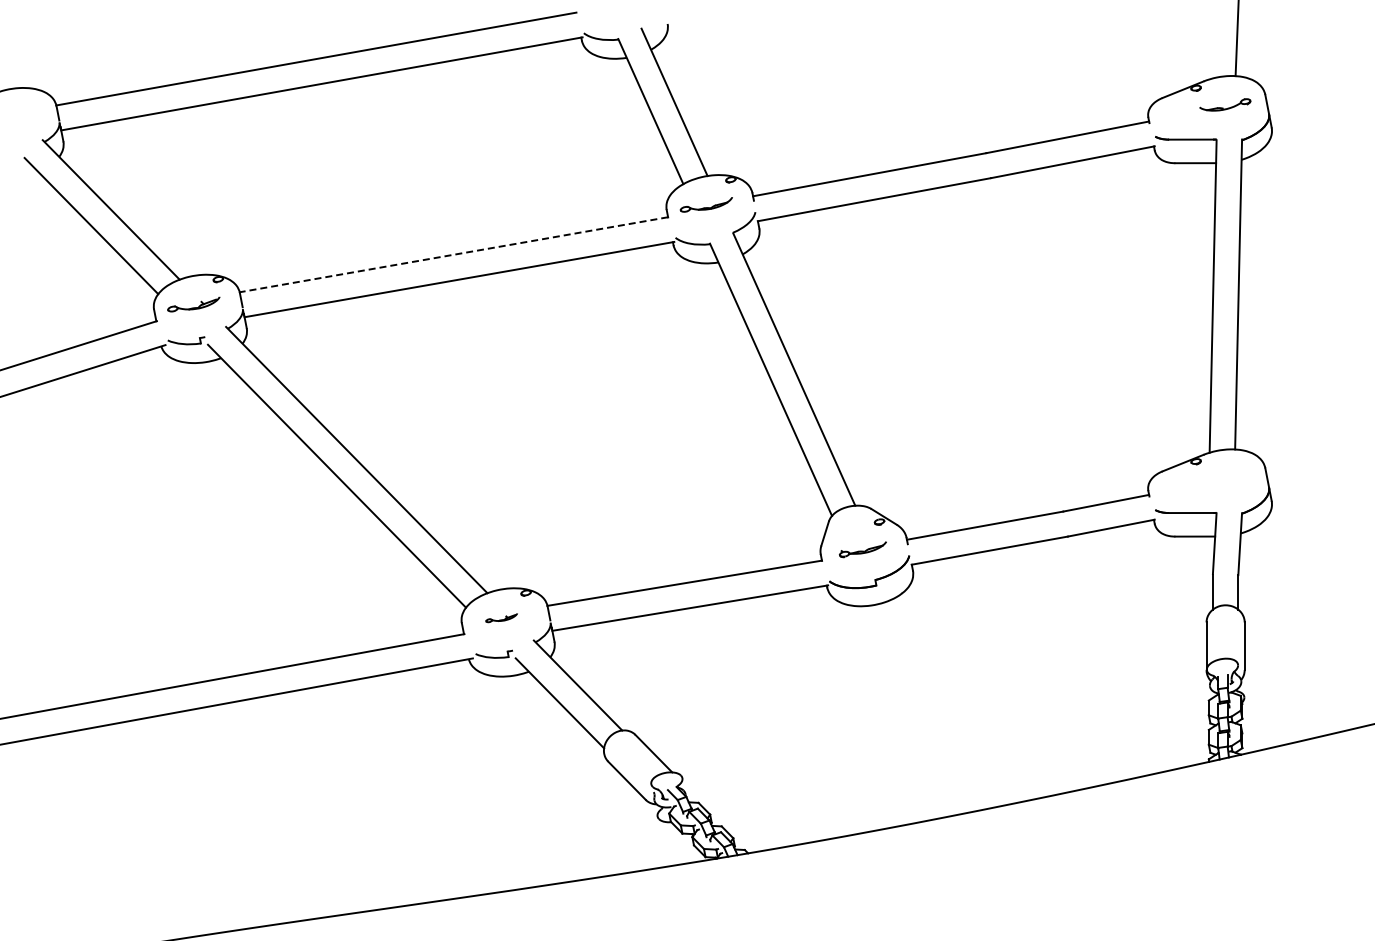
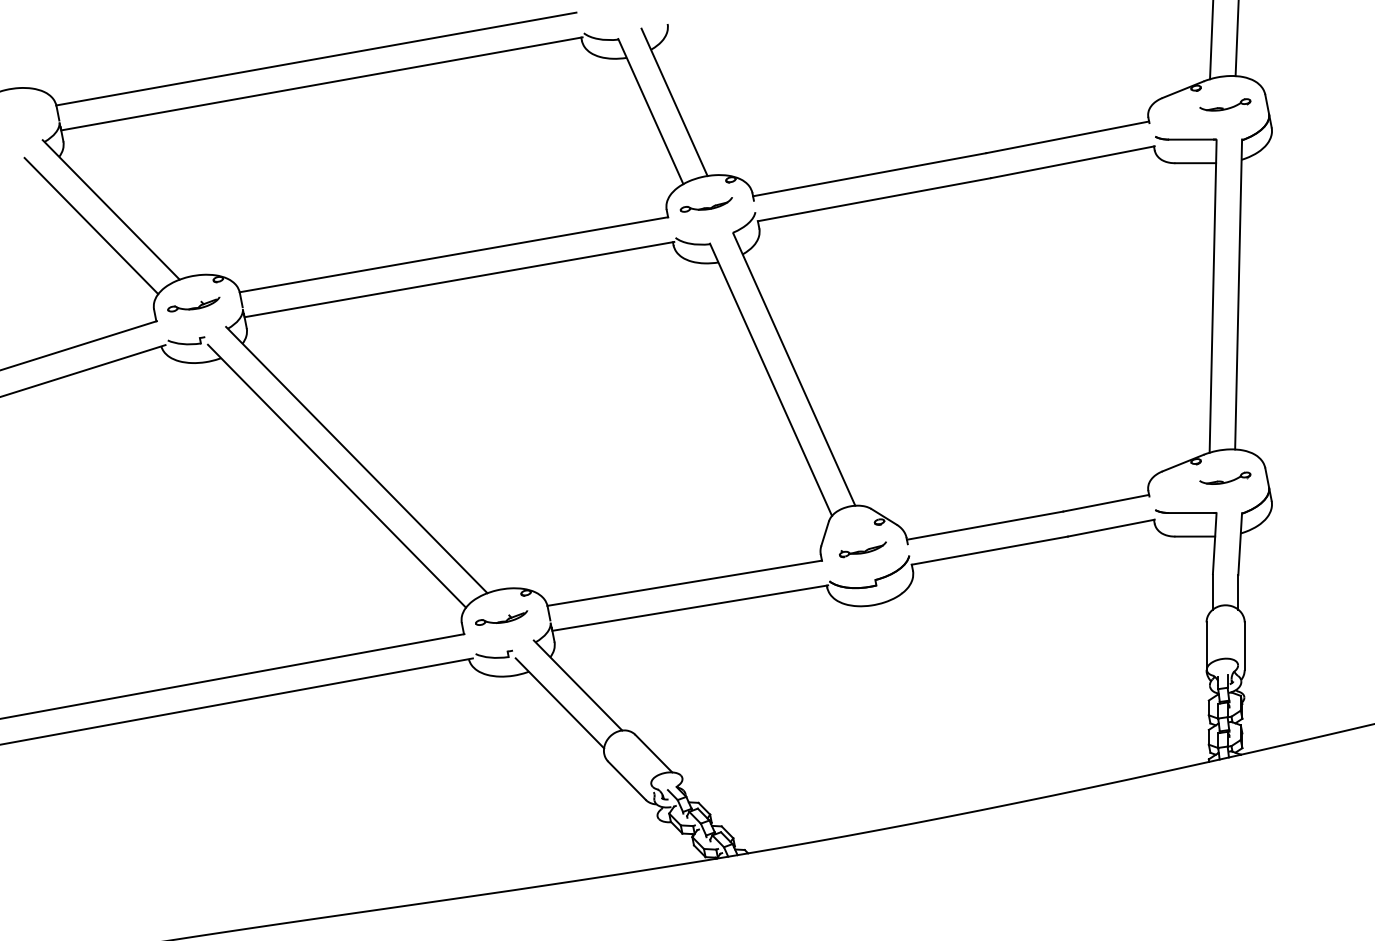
line at (1211, 40): none -> present
line at (453, 254): dashed -> solid
part at (1225, 477): none -> present
part at (501, 618) size: 33x11 px -> 54x16 px
